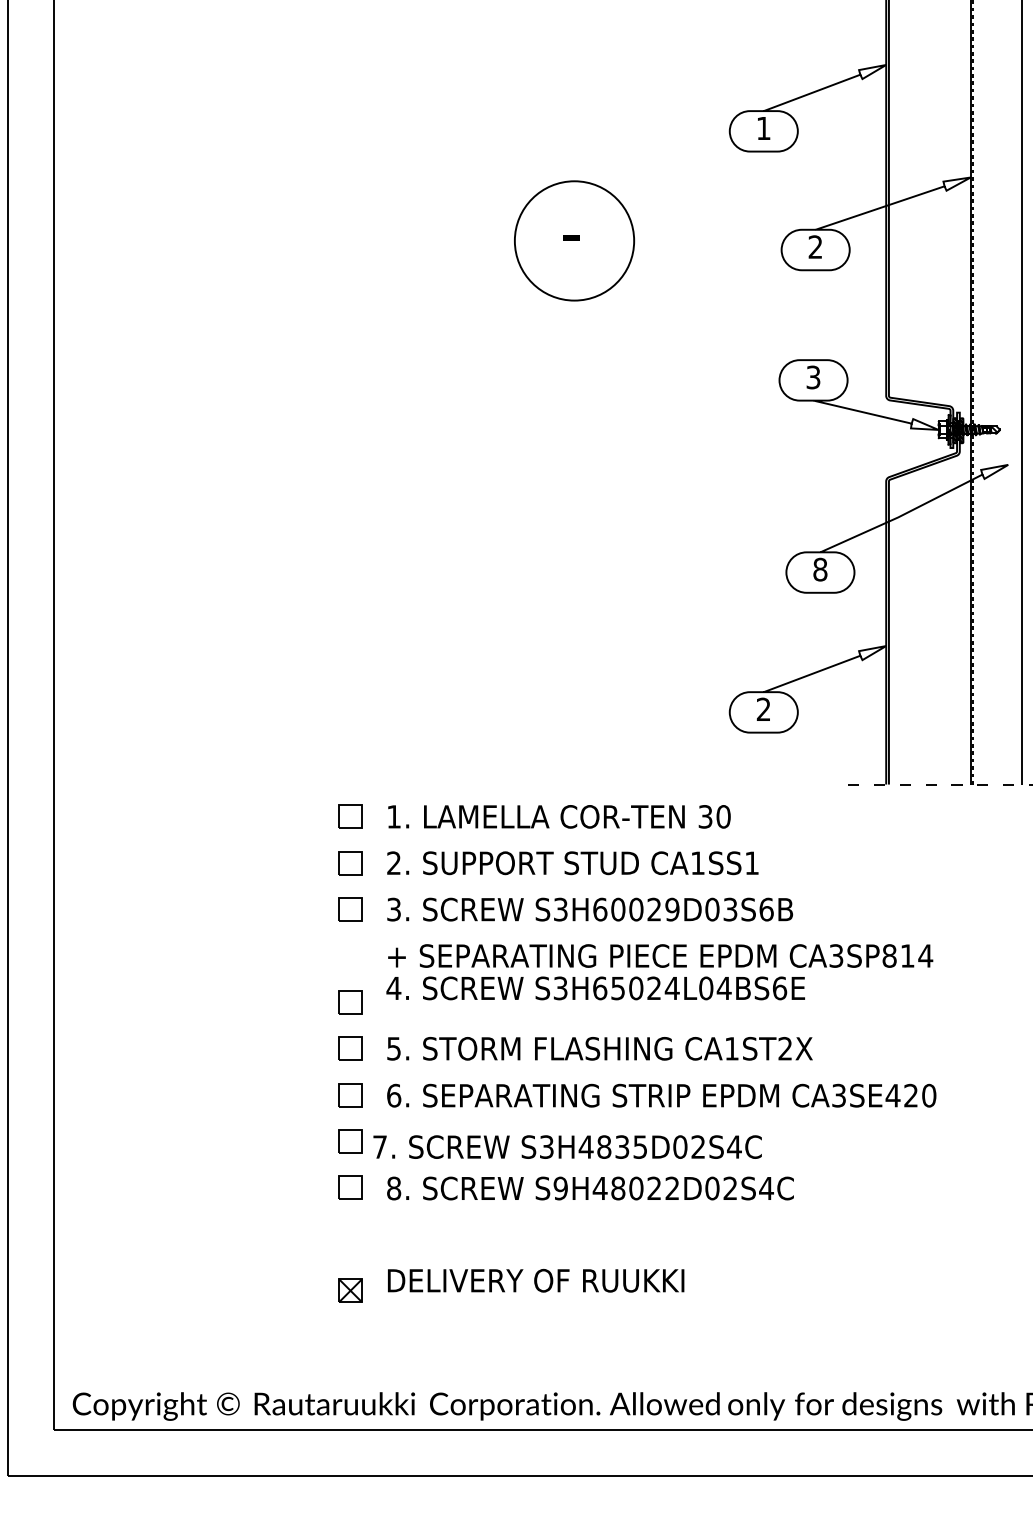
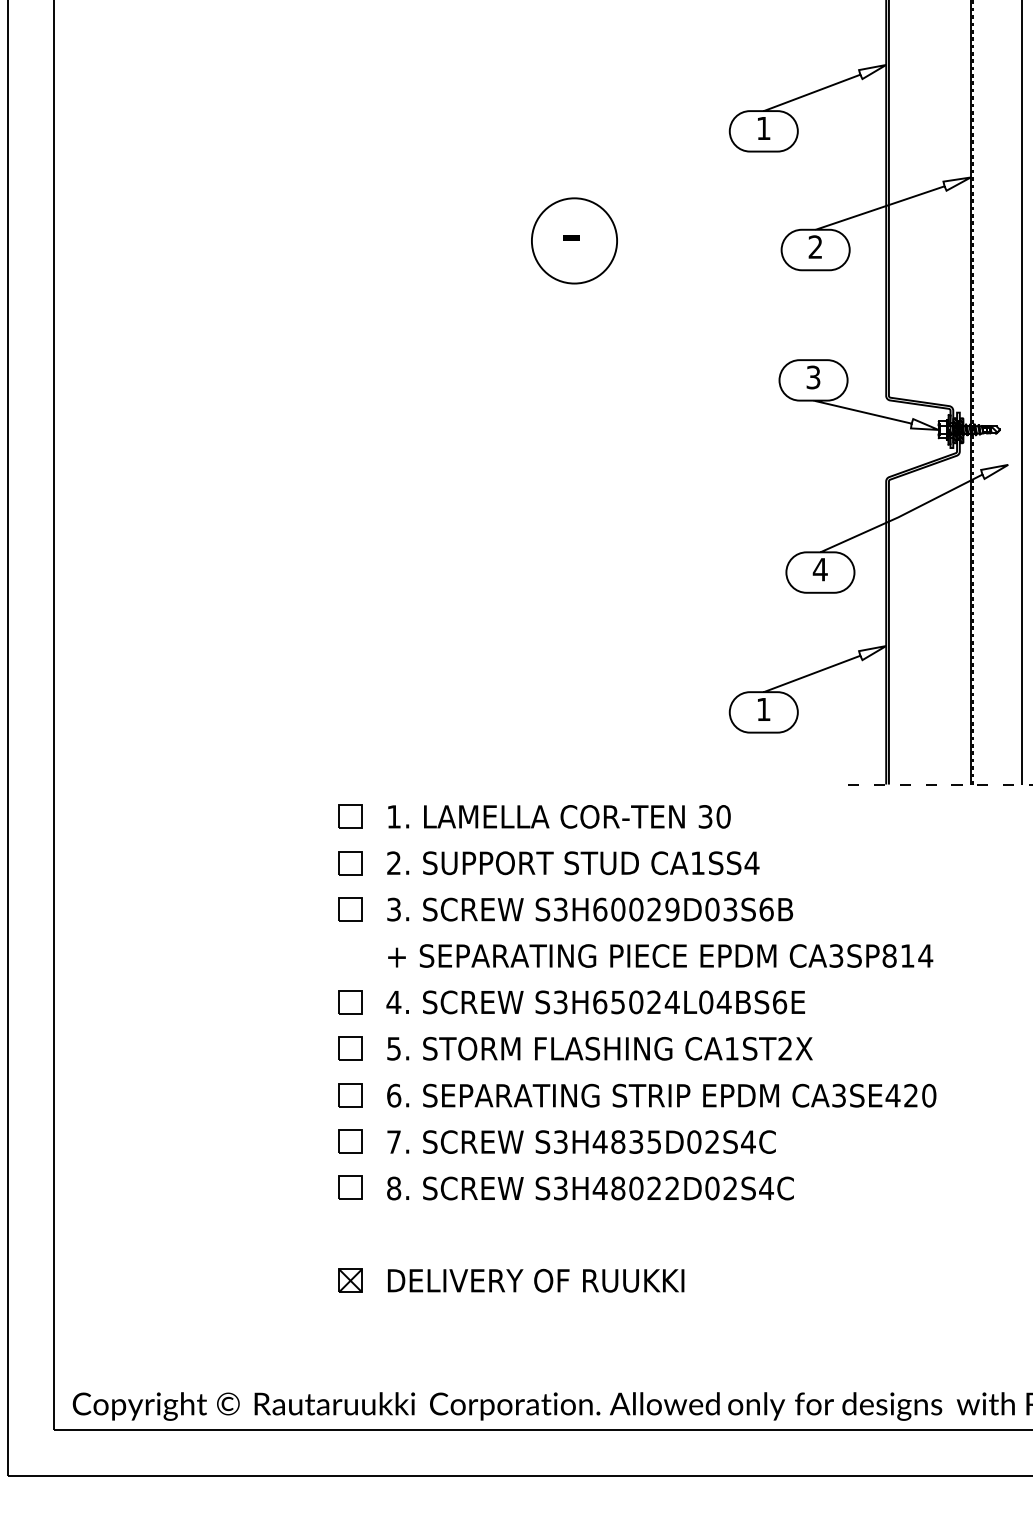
circle at (574, 240) diameter: 119 px -> 85 px
text at (819, 569): 8 -> 4
text at (763, 708): 2 -> 1
text at (751, 862): CA1SS1 -> CA1SS4
text at (595, 988) position: (595, 988) -> (595, 1002)
text at (567, 1146) position: (567, 1146) -> (581, 1141)
text at (560, 1188): S9H48022D02S4C -> S3H48022D02S4C
part at (350, 1290) position: (350, 1290) -> (350, 1280)
